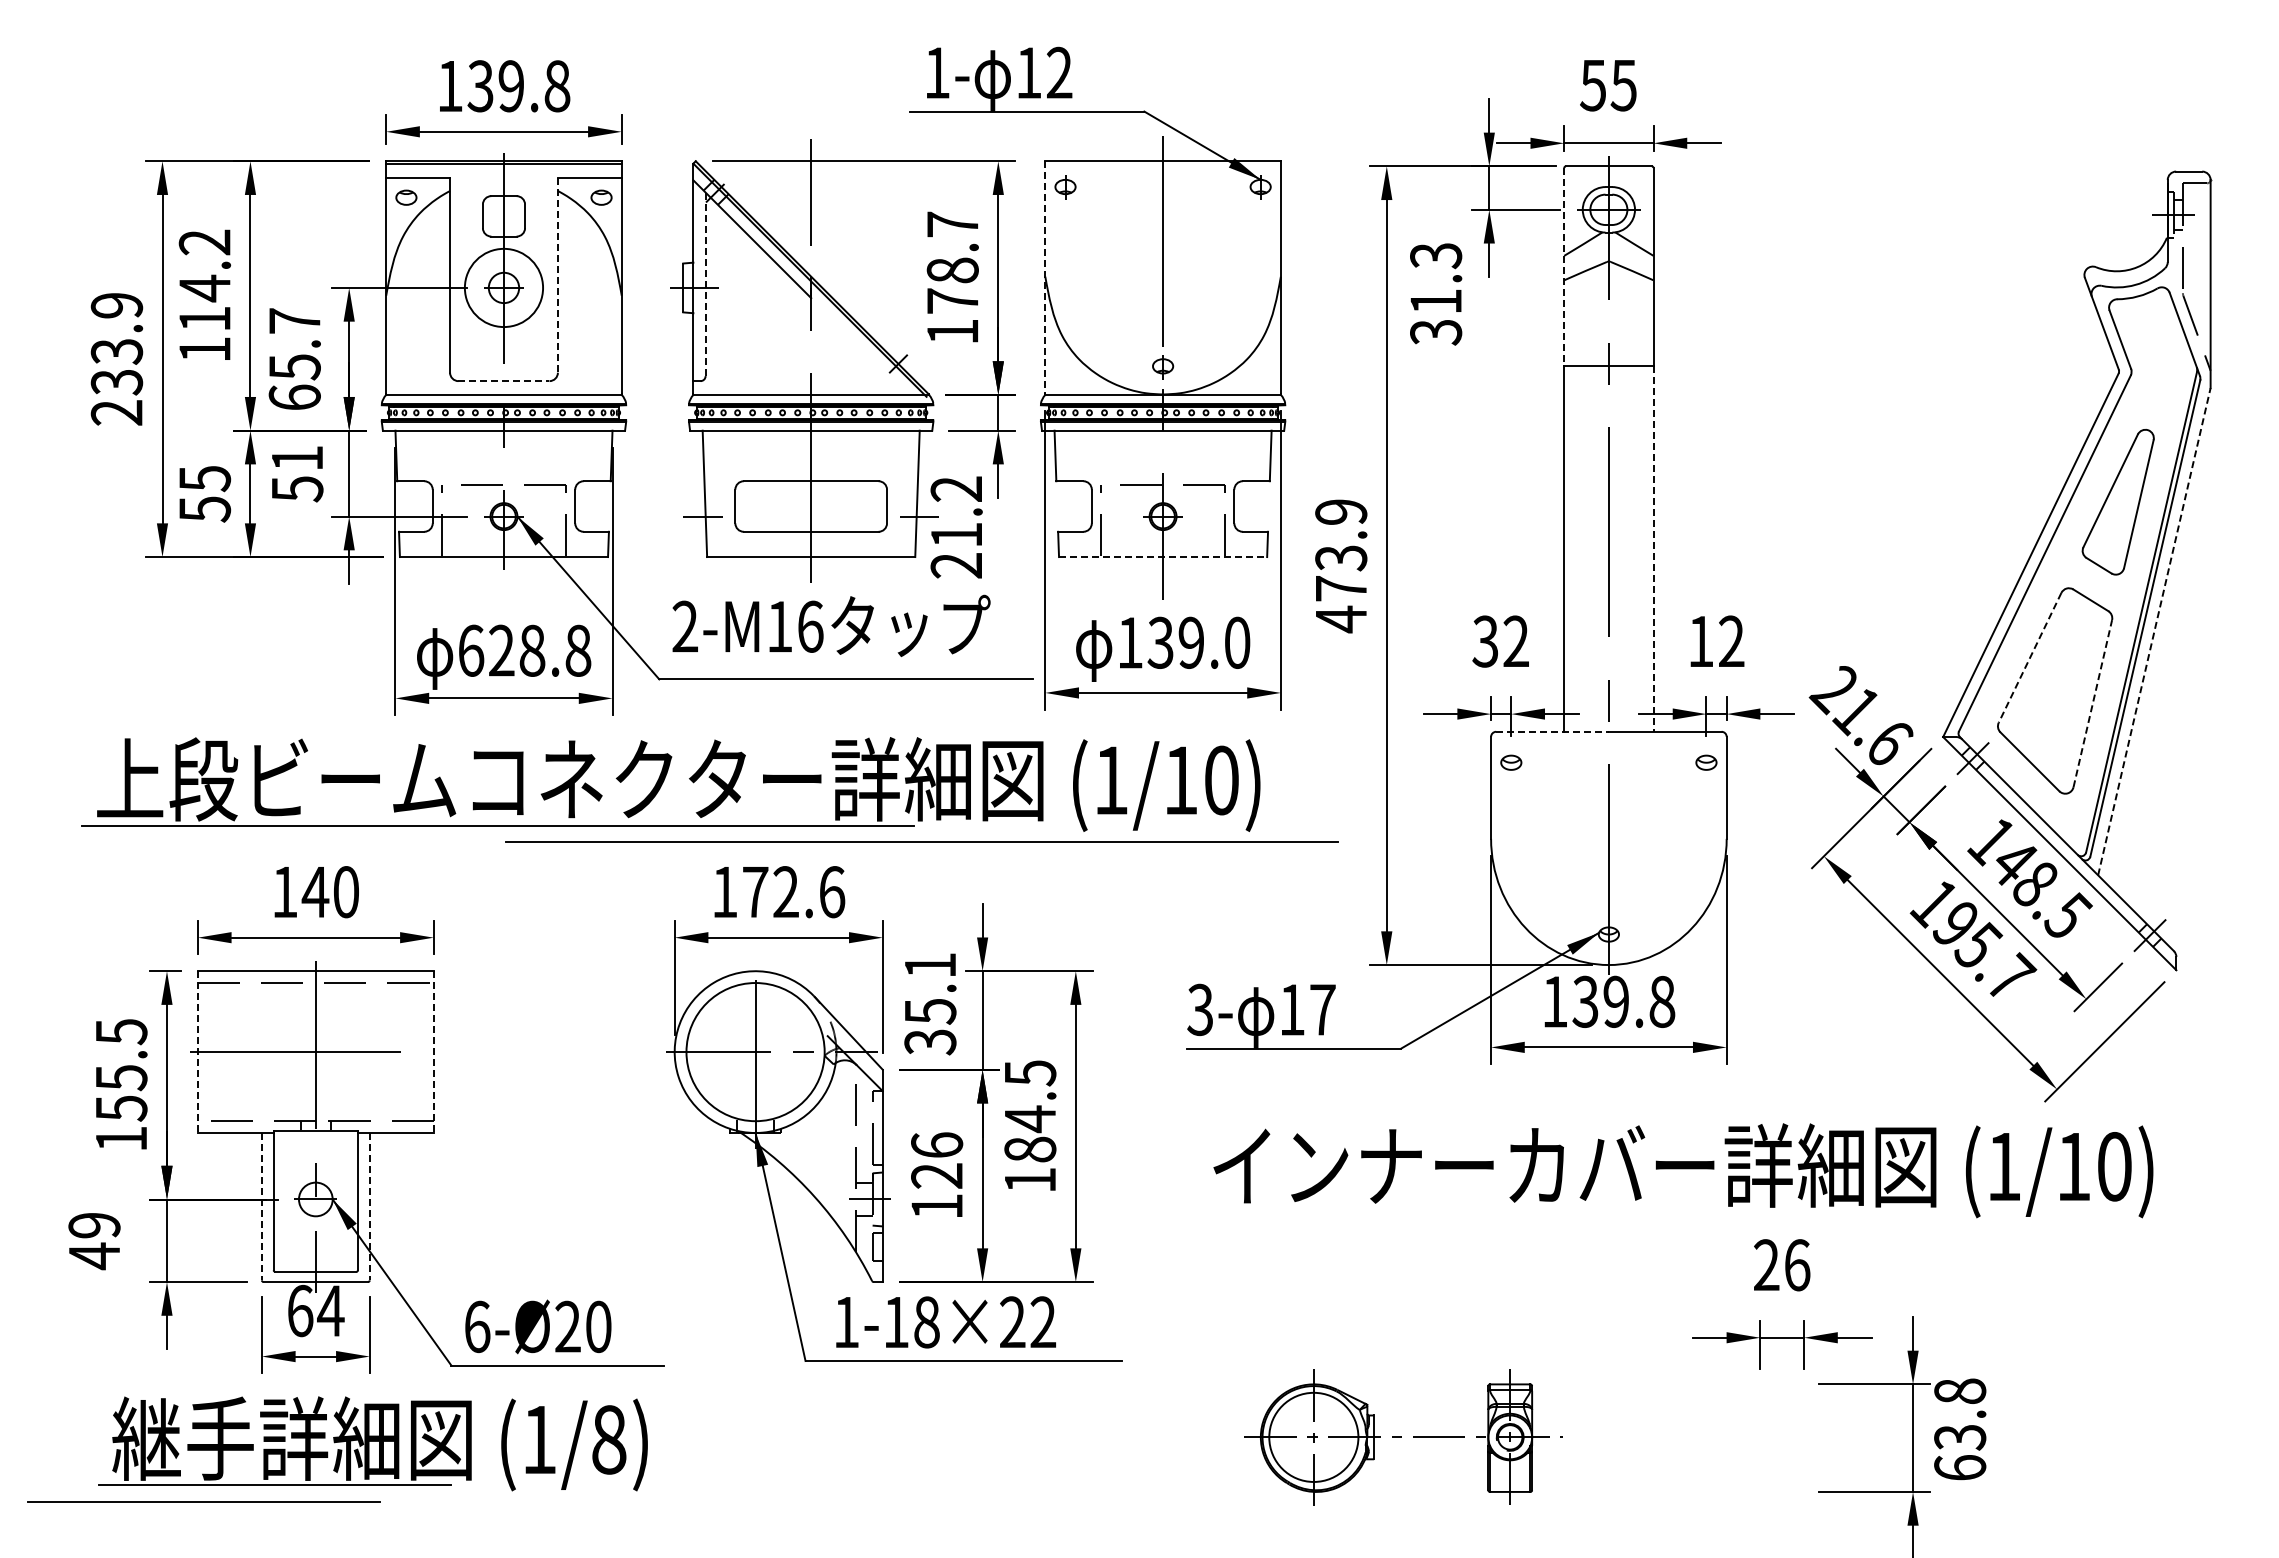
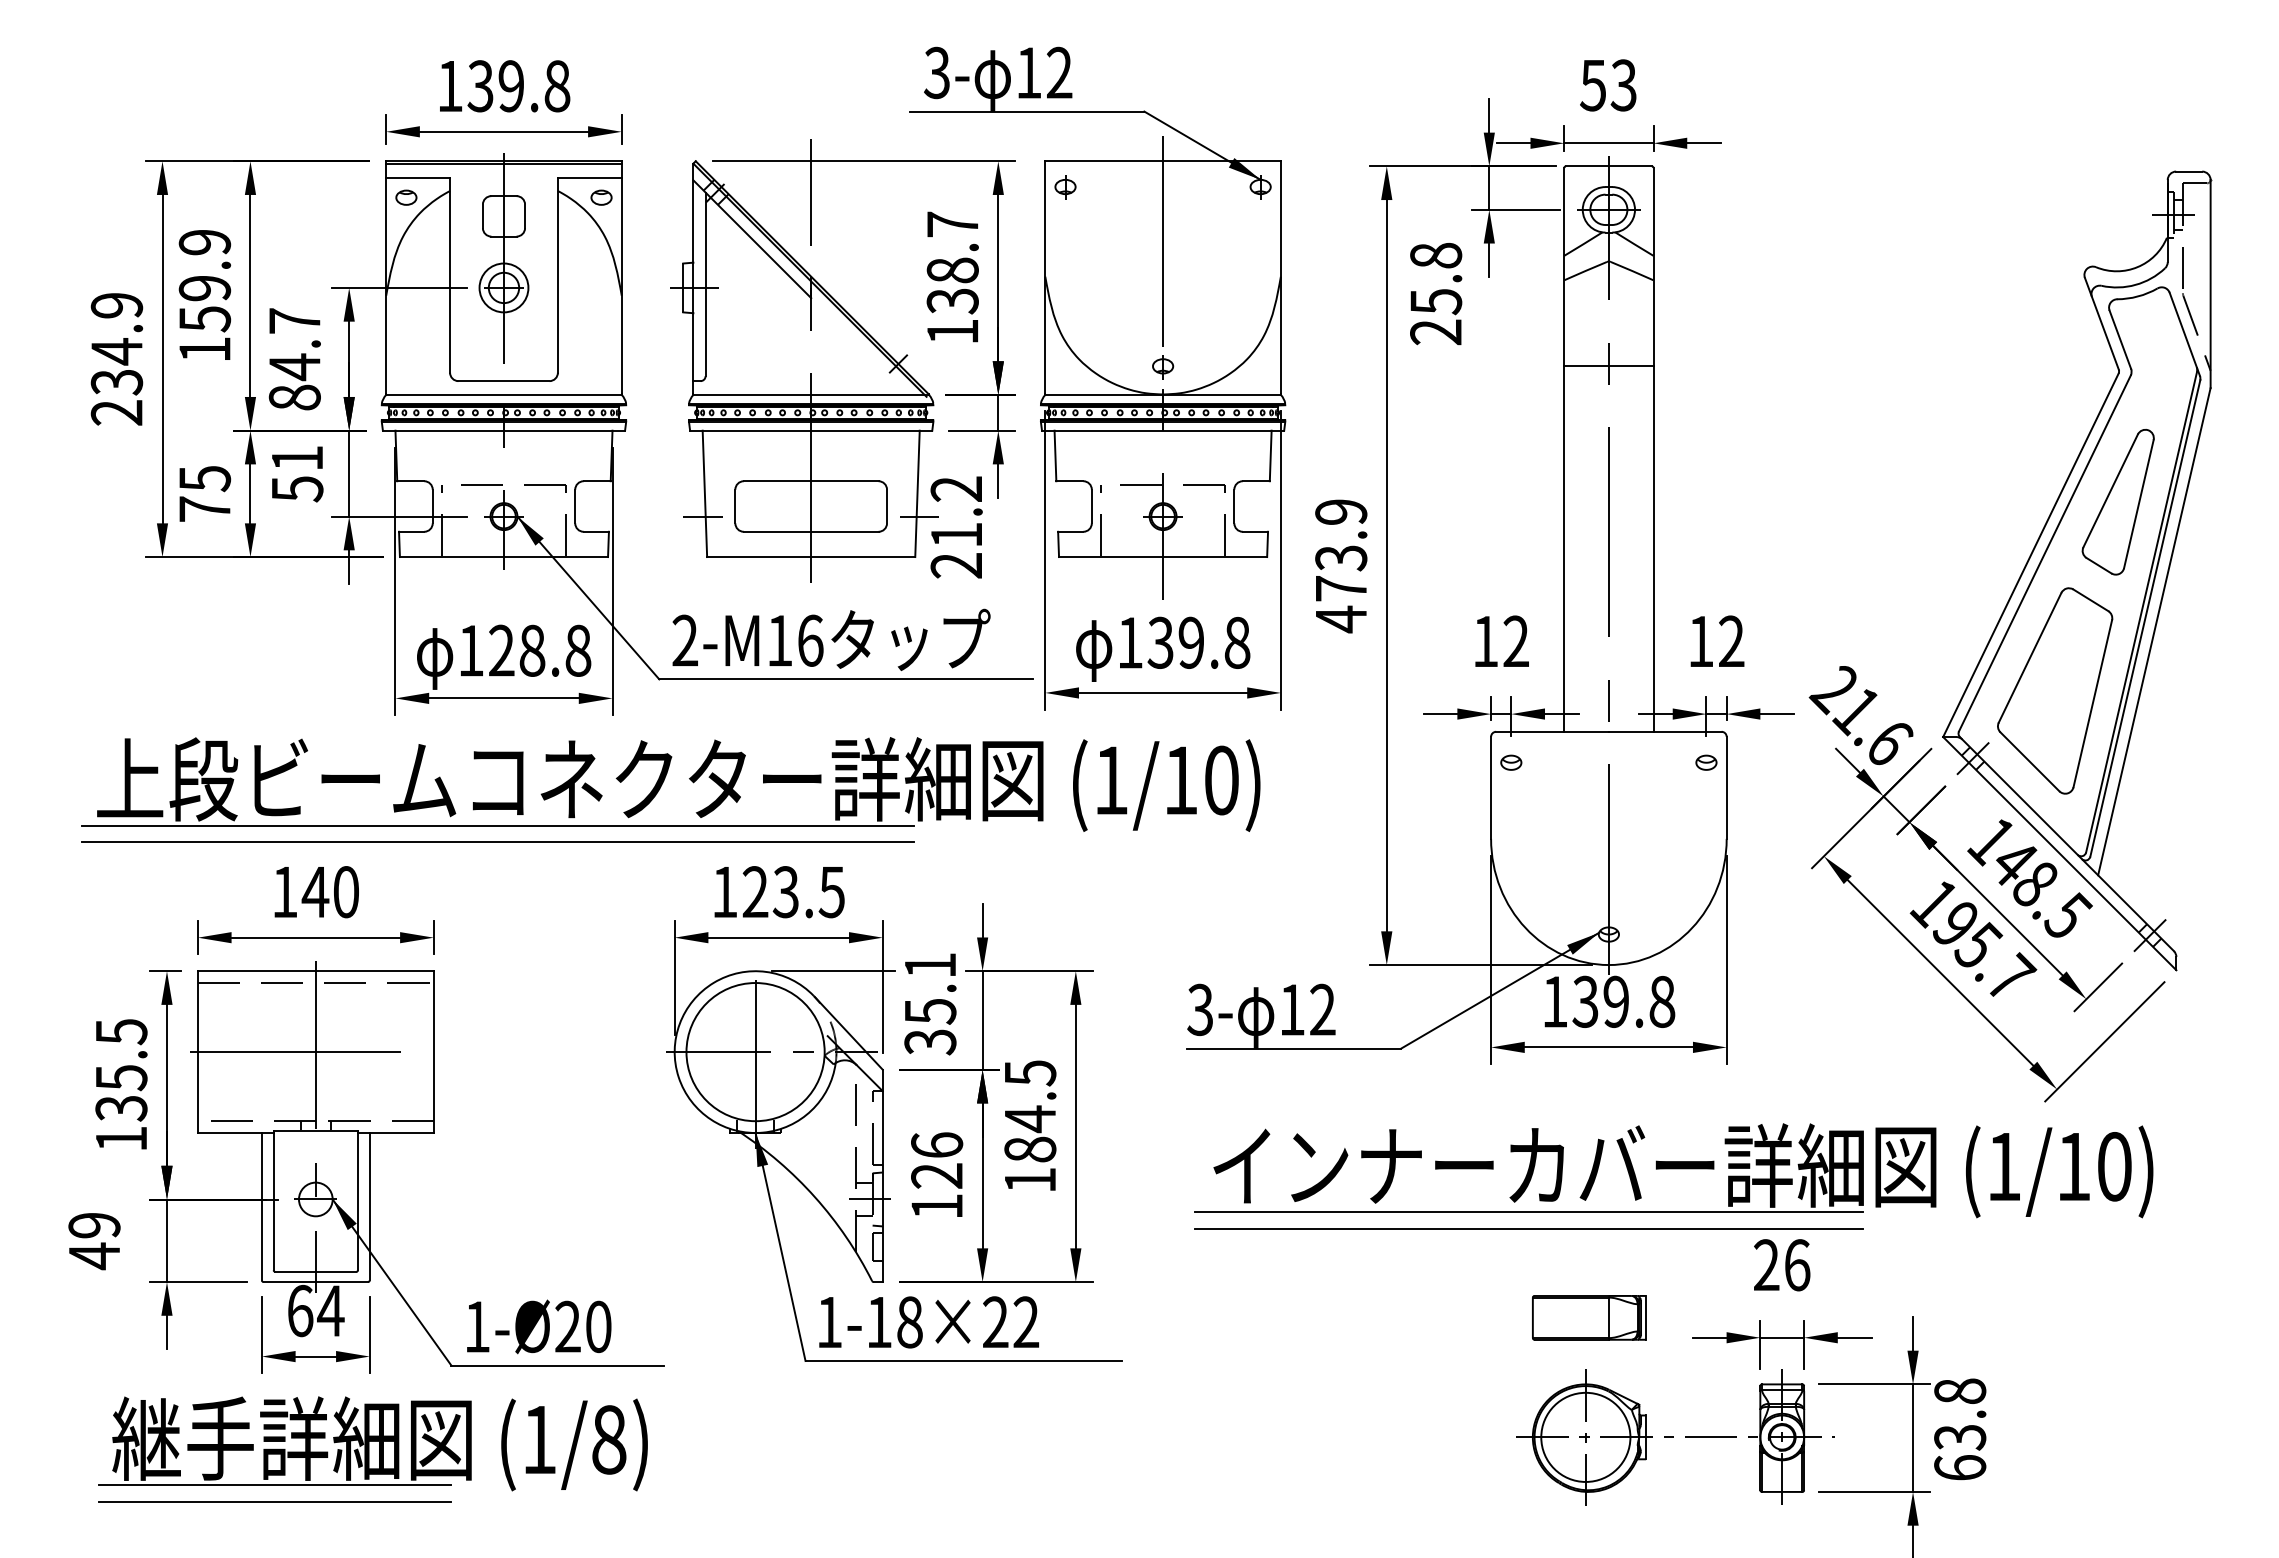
text at (936, 72): 1- -> 3-
text at (1623, 85): 55 -> 53
line at (1564, 267): dashed -> solid
line at (557, 275): dashed -> solid
line at (1045, 277): dashed -> solid
text at (204, 280): 114.2 -> 159.9
line at (705, 284): dashed -> solid
circle at (503, 287) diameter: 78 px -> 49 px
text at (1436, 293): 31.3 -> 25.8
text at (952, 301): 178.7 -> 138.7
text at (116, 351): 233.9 -> 234.9
text at (294, 381): 65.7 -> 84.7
line at (504, 381): dashed -> solid
text at (205, 509): 55 -> 75
line at (1653, 549): dashed -> solid
line at (1163, 557): dashed -> solid
text at (831, 625) position: (831, 625) -> (831, 639)
line at (2154, 631): dashed -> solid
text at (1484, 641): 32 -> 12
text at (1237, 642): 139.0 -> 139.8
text at (471, 650): 628.8 -> 128.8
line at (2030, 657): dashed -> solid
line at (2092, 703): dashed -> solid
line at (1553, 731): dashed -> solid
line at (921, 841) position: (921, 841) -> (497, 841)
text at (793, 892): 172.6 -> 123.5
line at (833, 971): none -> present
text at (1322, 1009): 17 -> 12
line at (197, 1052): dashed -> solid
line at (433, 1052): dashed -> solid
text at (121, 1108): 155.5 -> 135.5
line at (261, 1206): dashed -> solid
line at (369, 1206): dashed -> solid
line at (1529, 1211): none -> present
line at (1529, 1228): none -> present
part at (1589, 1317): none -> present
text at (945, 1322) position: (945, 1322) -> (928, 1322)
text at (477, 1326): 6-Ø20 -> 1-Ø20
part at (1403, 1437) position: (1403, 1437) -> (1675, 1437)
line at (203, 1501) position: (203, 1501) -> (274, 1501)
